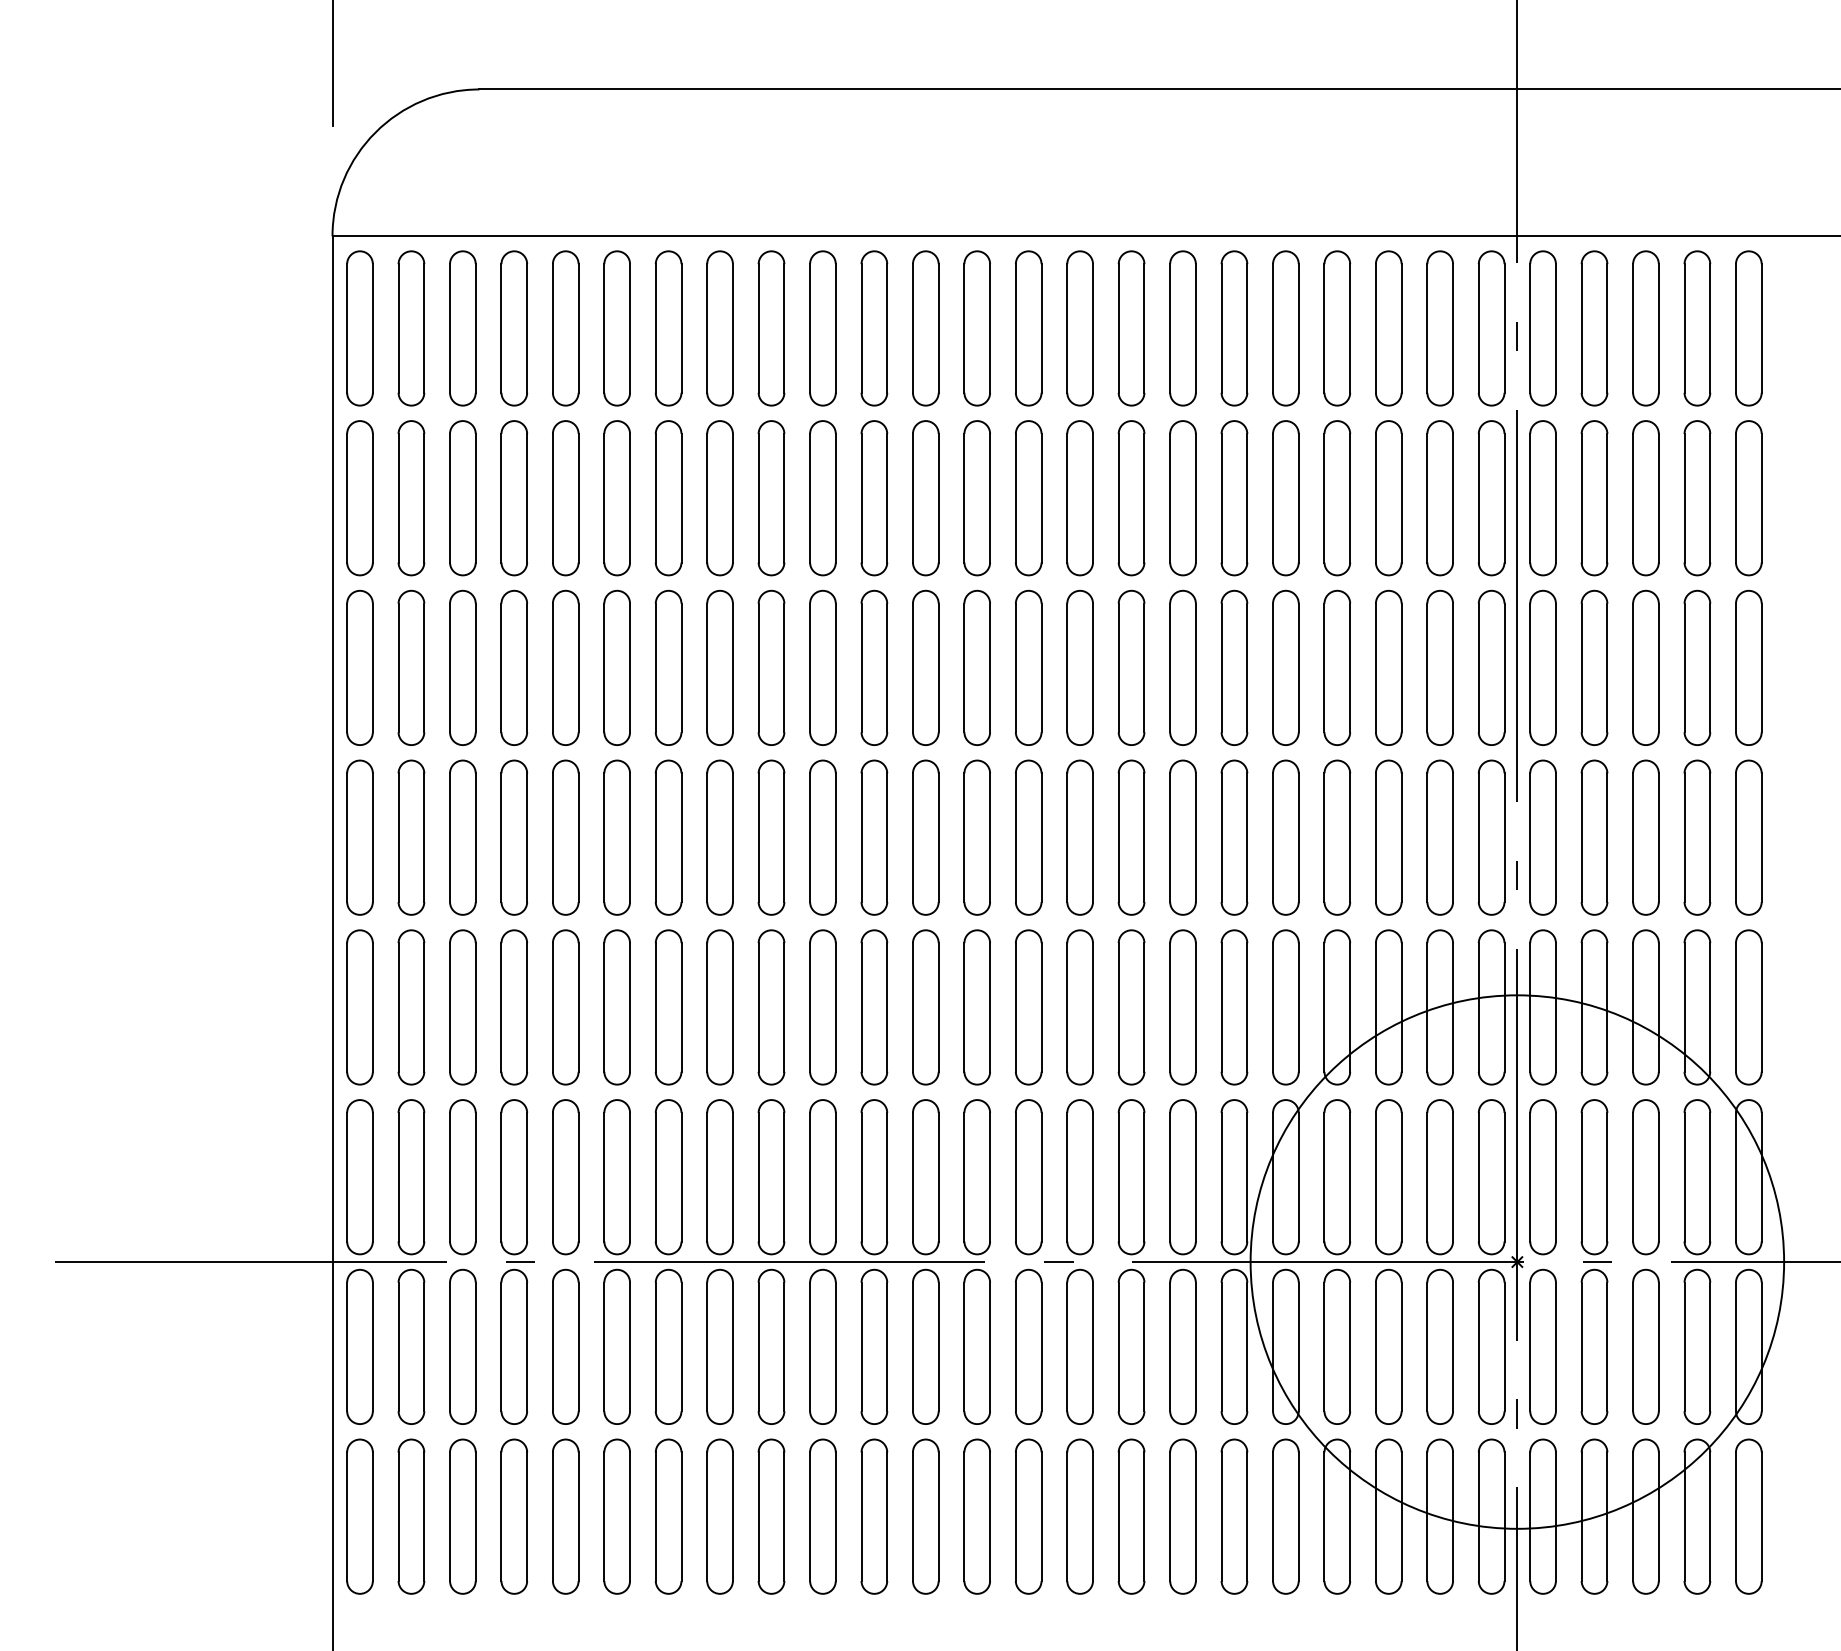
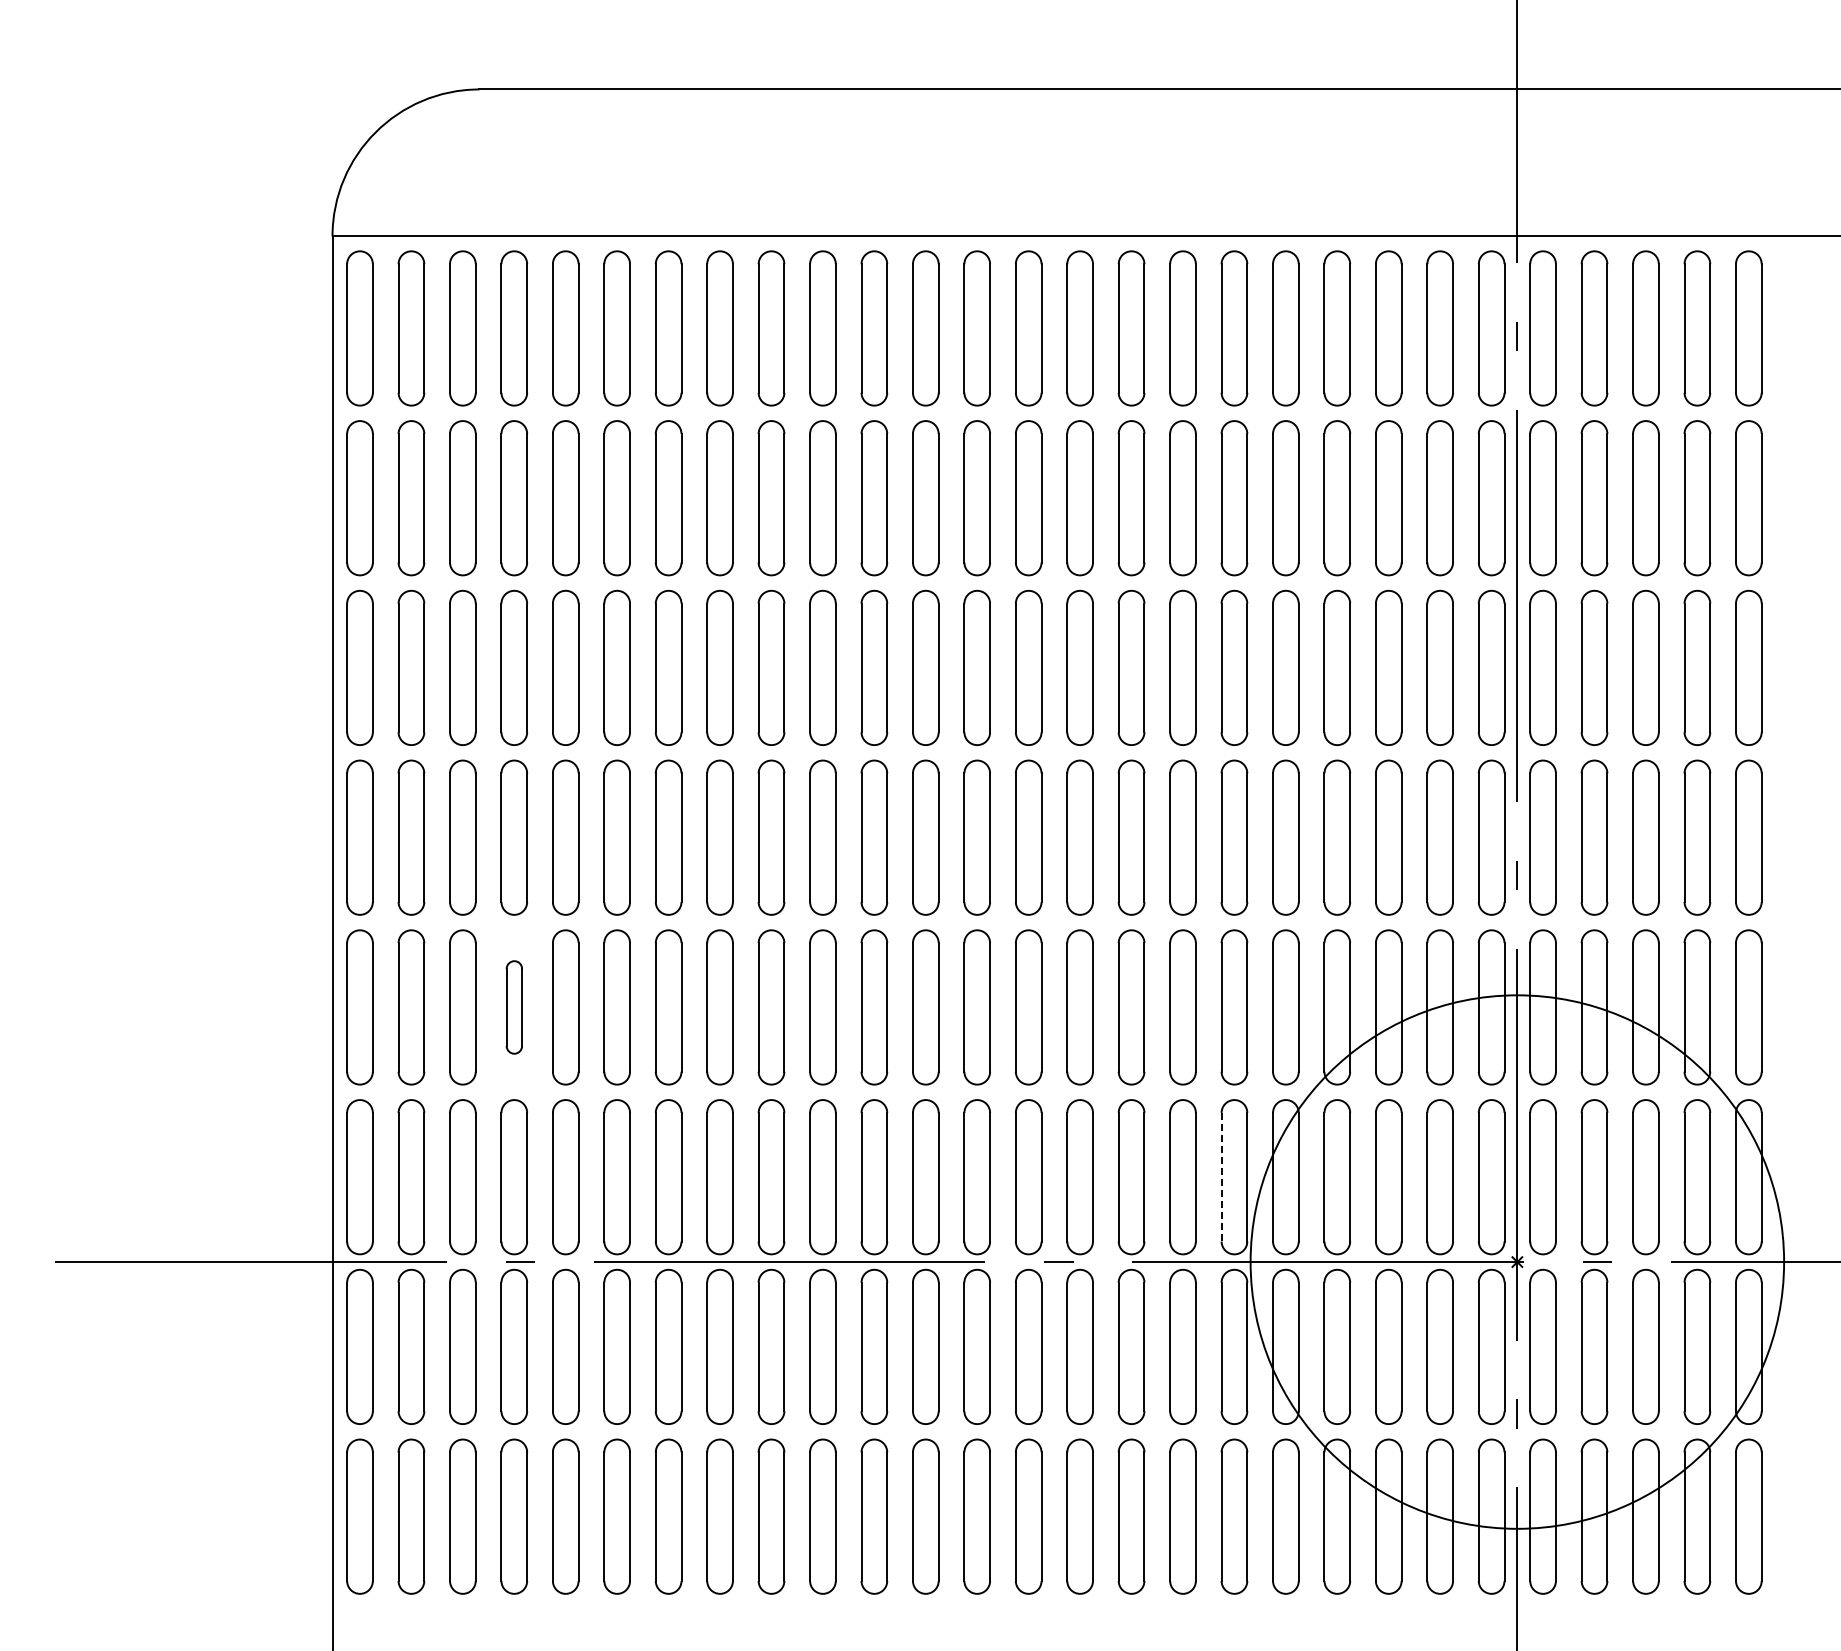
line at (333, 64): present -> none
part at (514, 1007) size: 29x157 px -> 18x95 px
line at (1221, 1177): solid -> dashed
